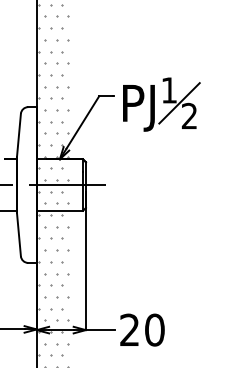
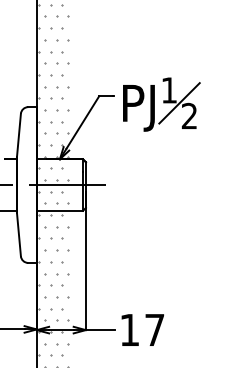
text at (142, 329): 20 -> 17
